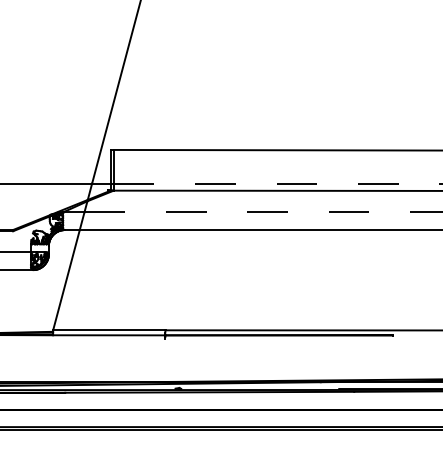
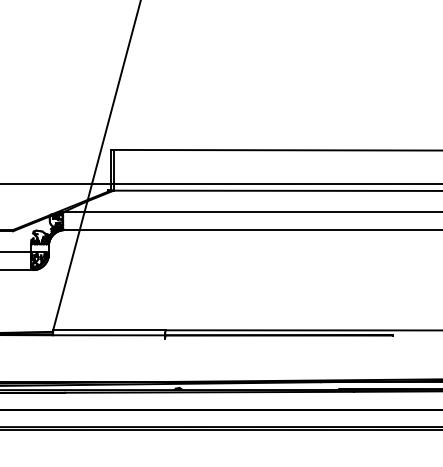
line at (278, 183): dashed -> solid
line at (263, 212): dashed -> solid
